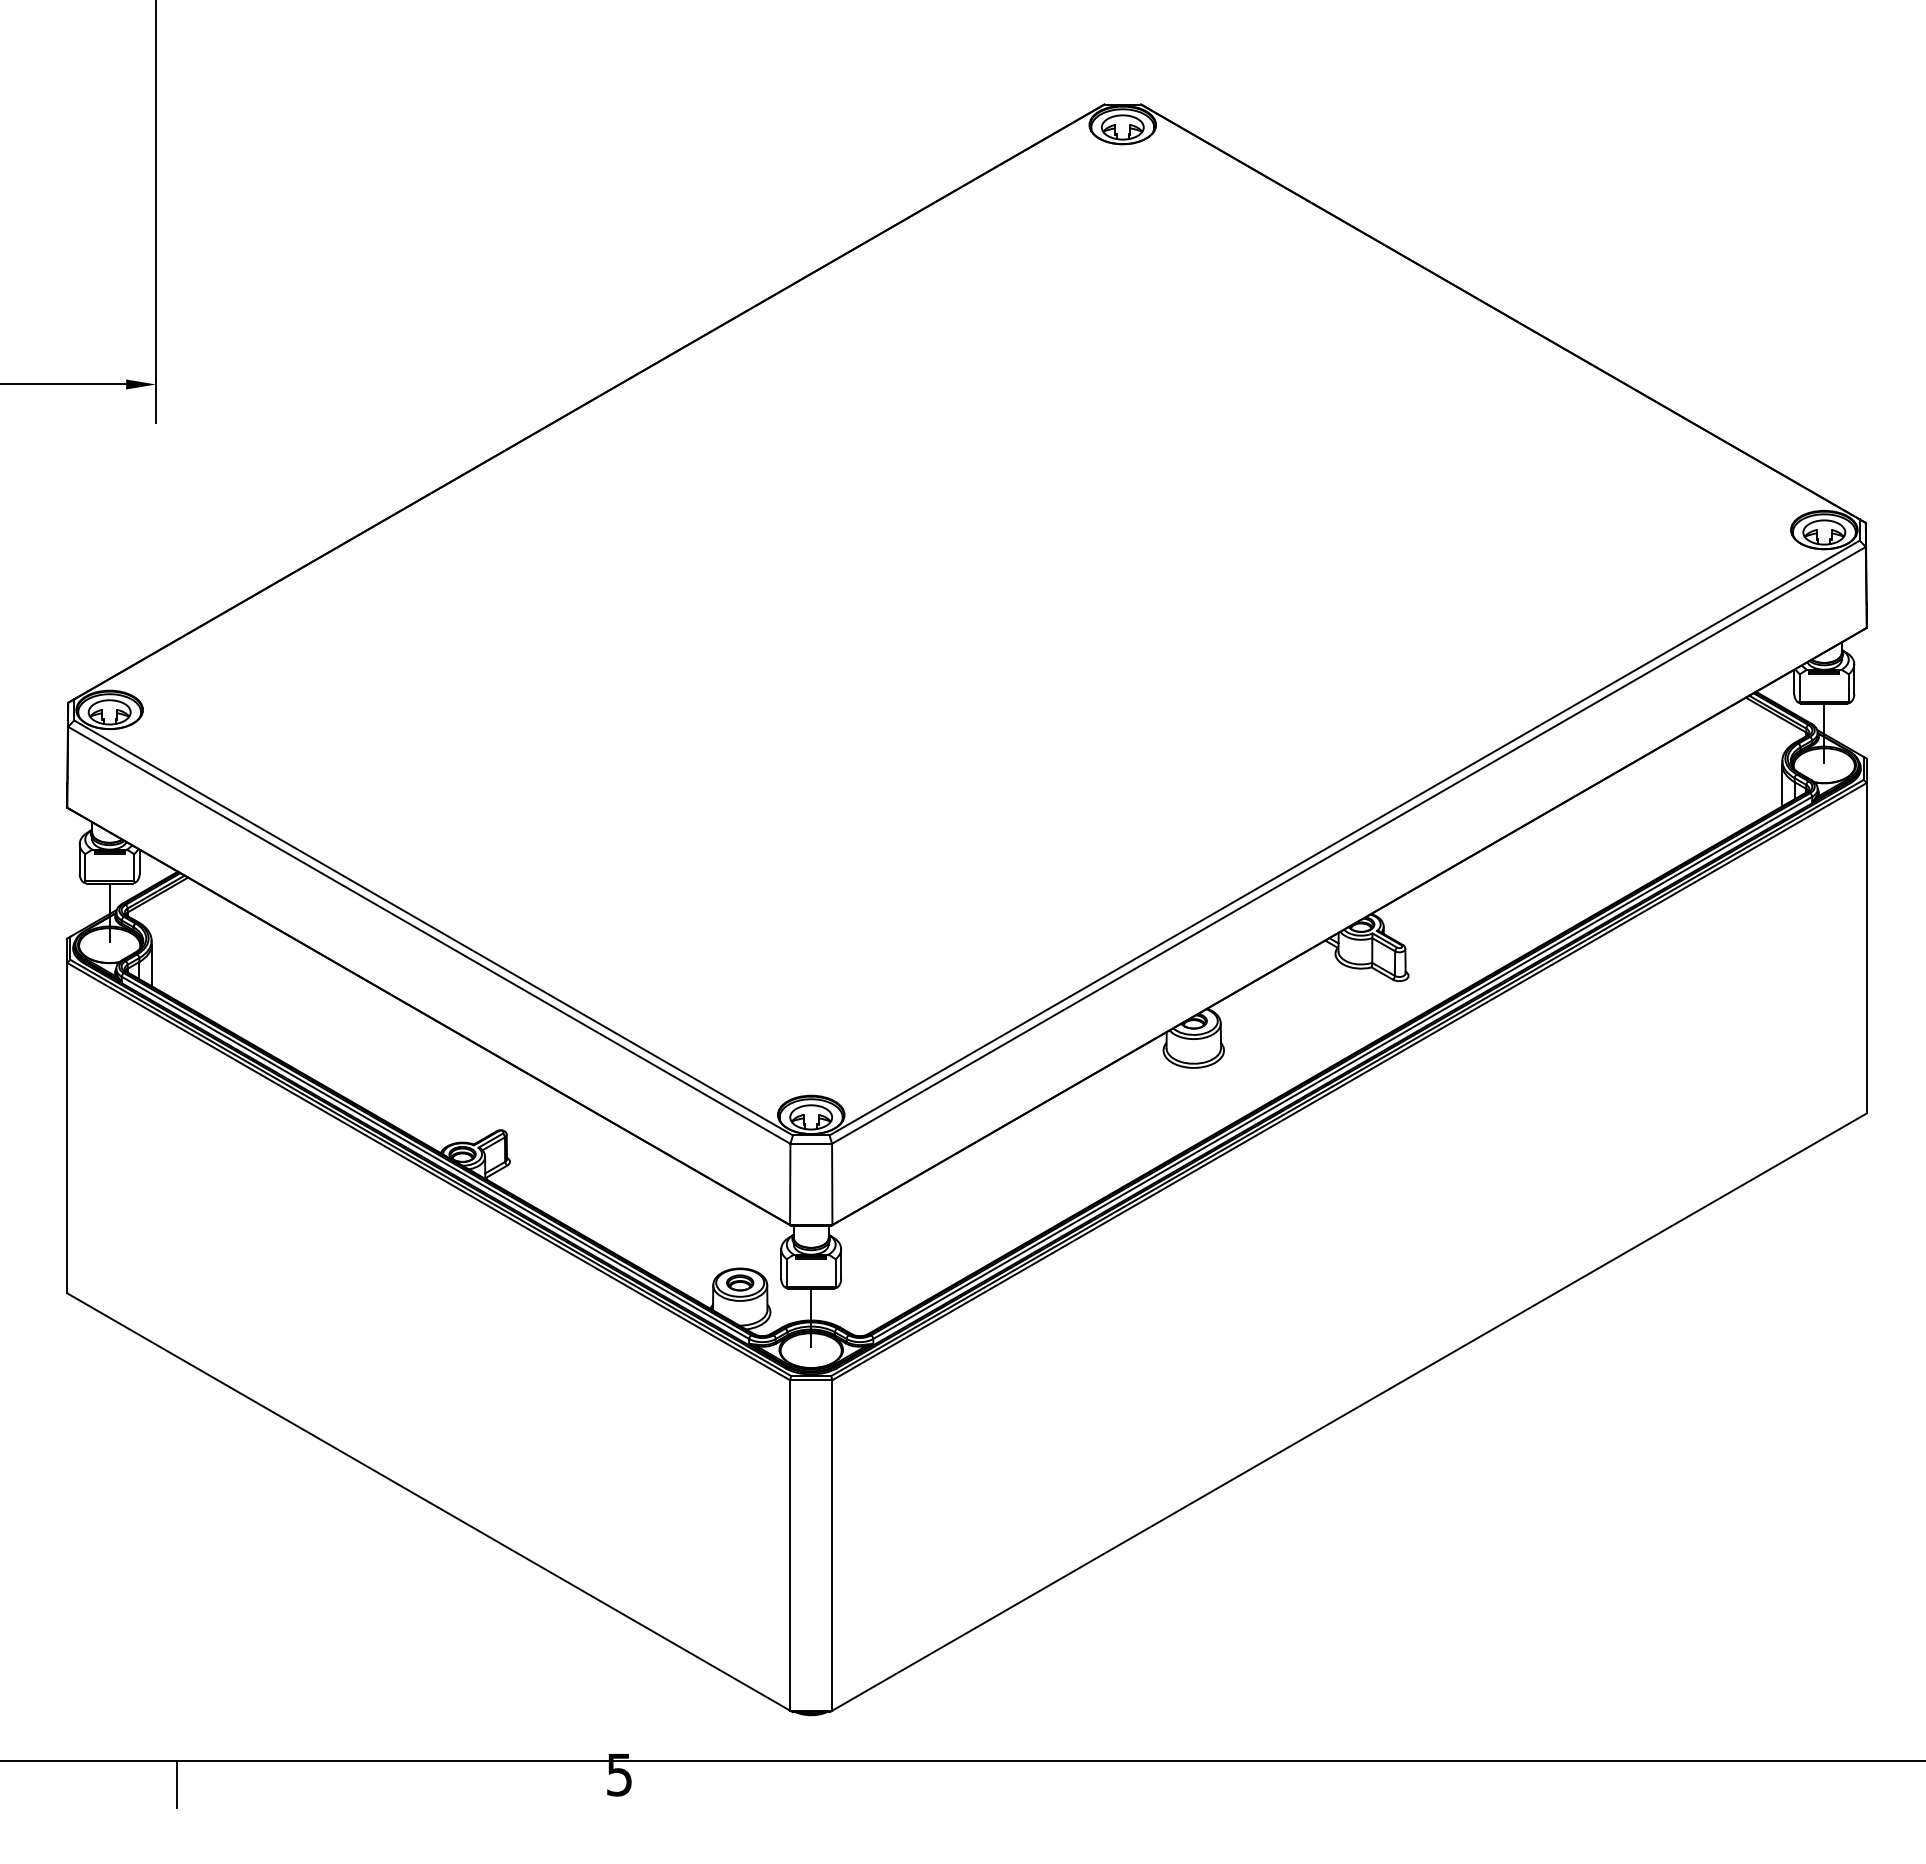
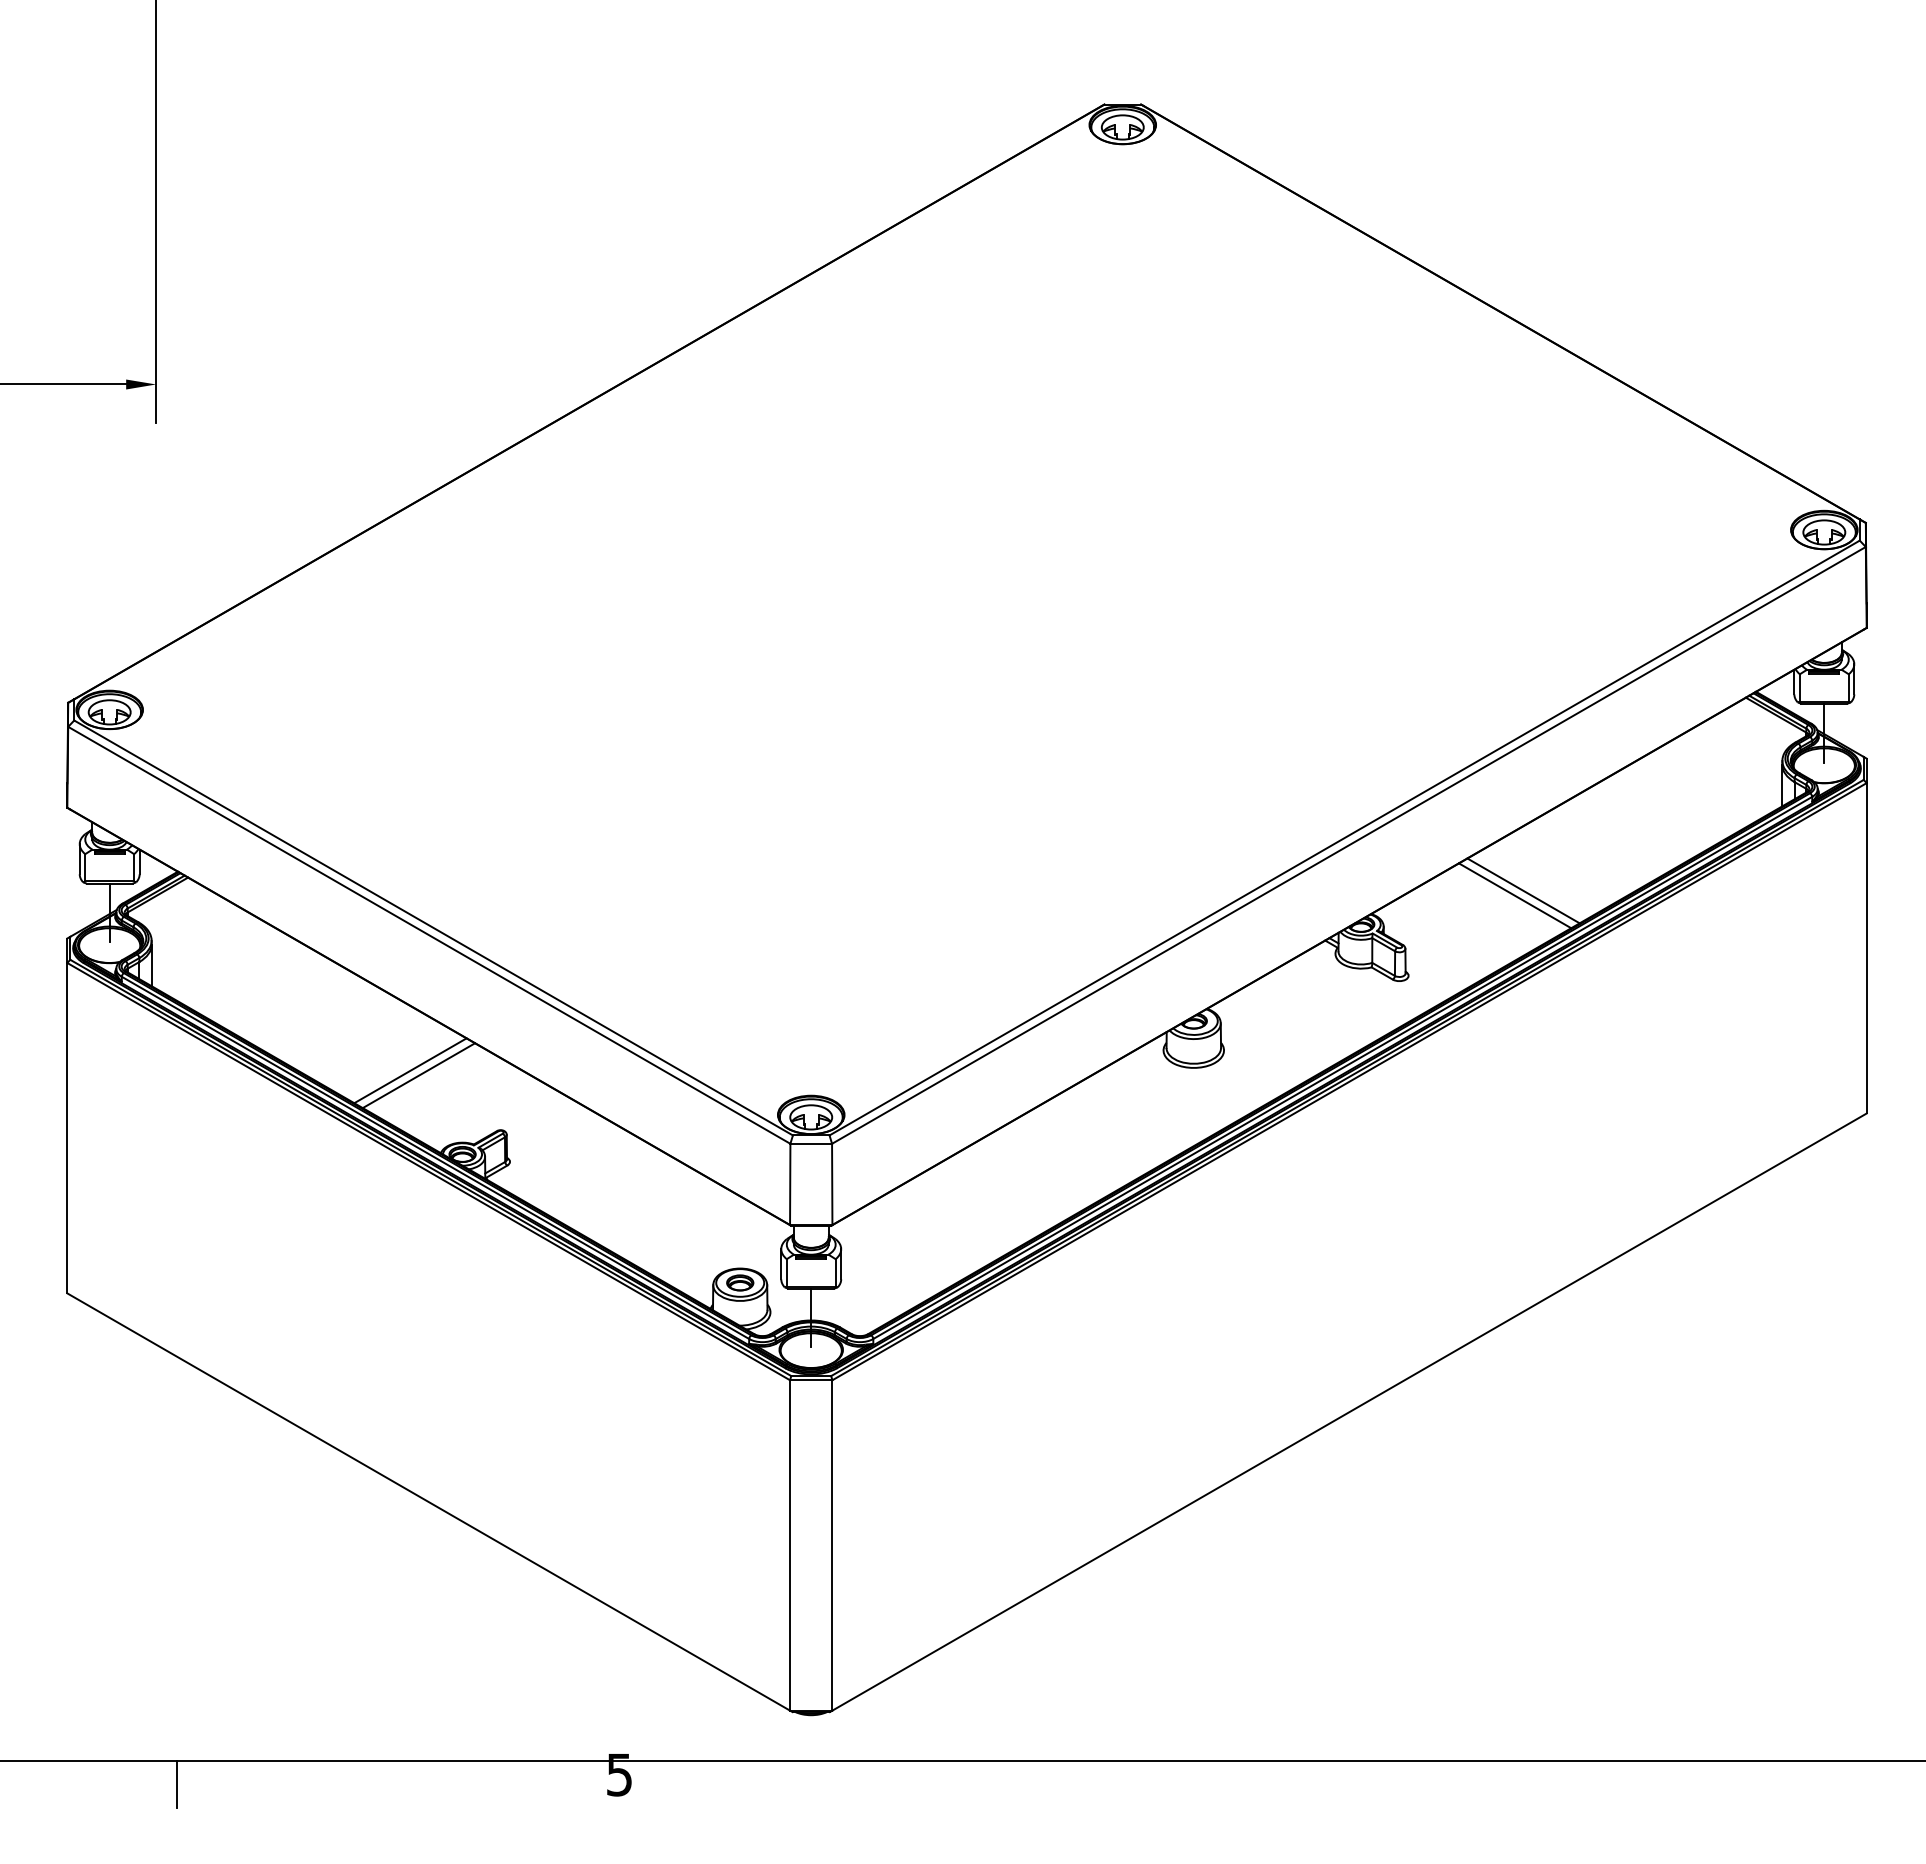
line at (1523, 890): none -> present
line at (1514, 895): none -> present
line at (410, 1070): none -> present
line at (418, 1075): none -> present
